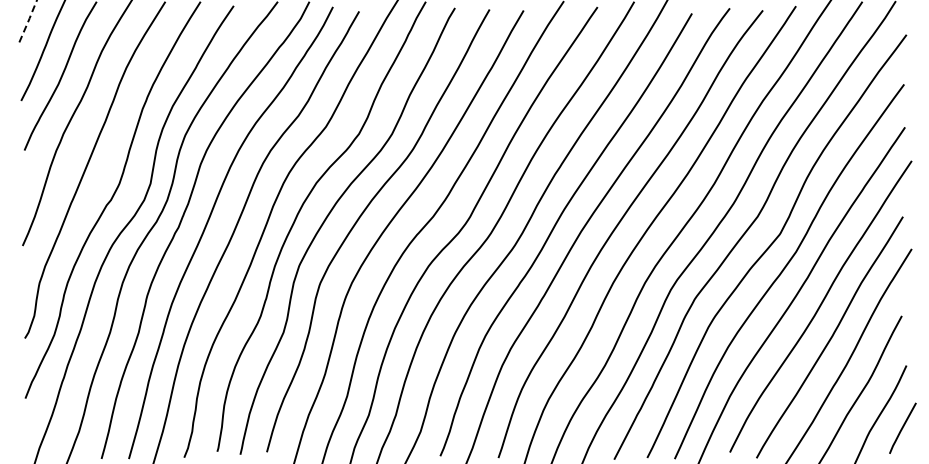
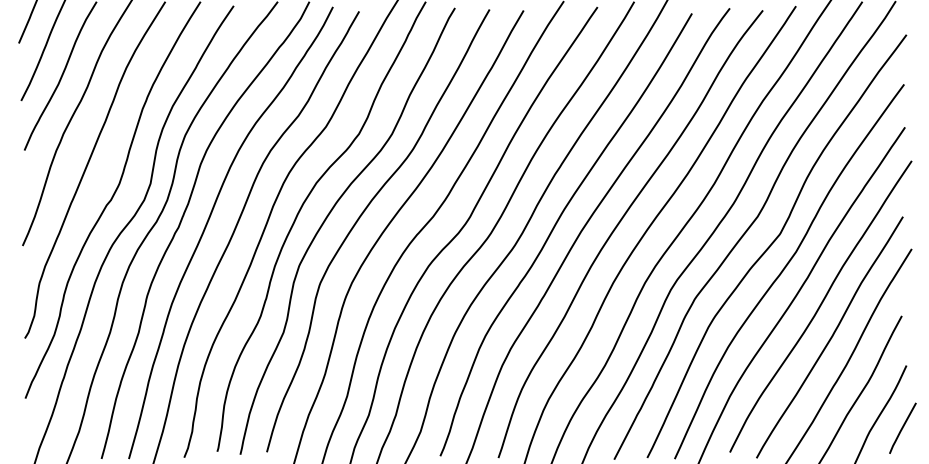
line at (28, 20): dashed -> solid
